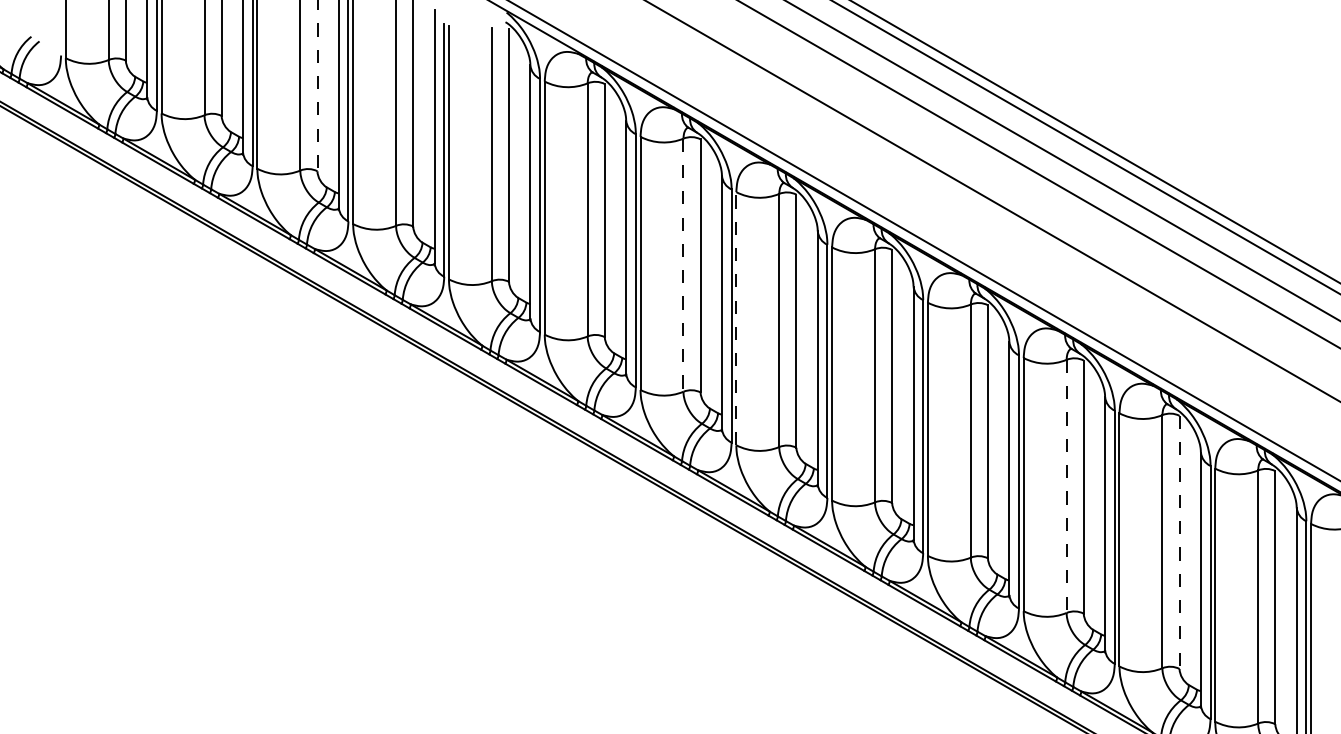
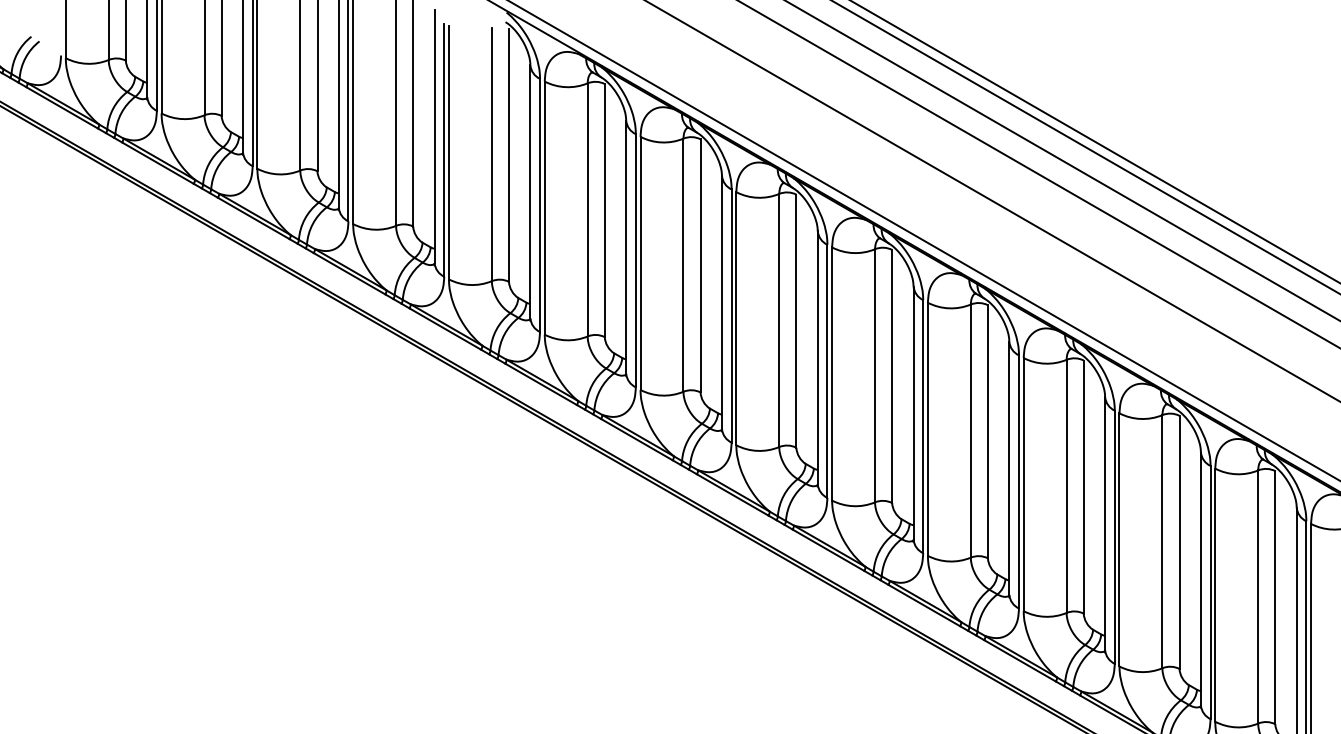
line at (317, 86): dashed -> solid
line at (683, 265): dashed -> solid
line at (736, 318): dashed -> solid
line at (1066, 486): dashed -> solid
line at (1179, 542): dashed -> solid
